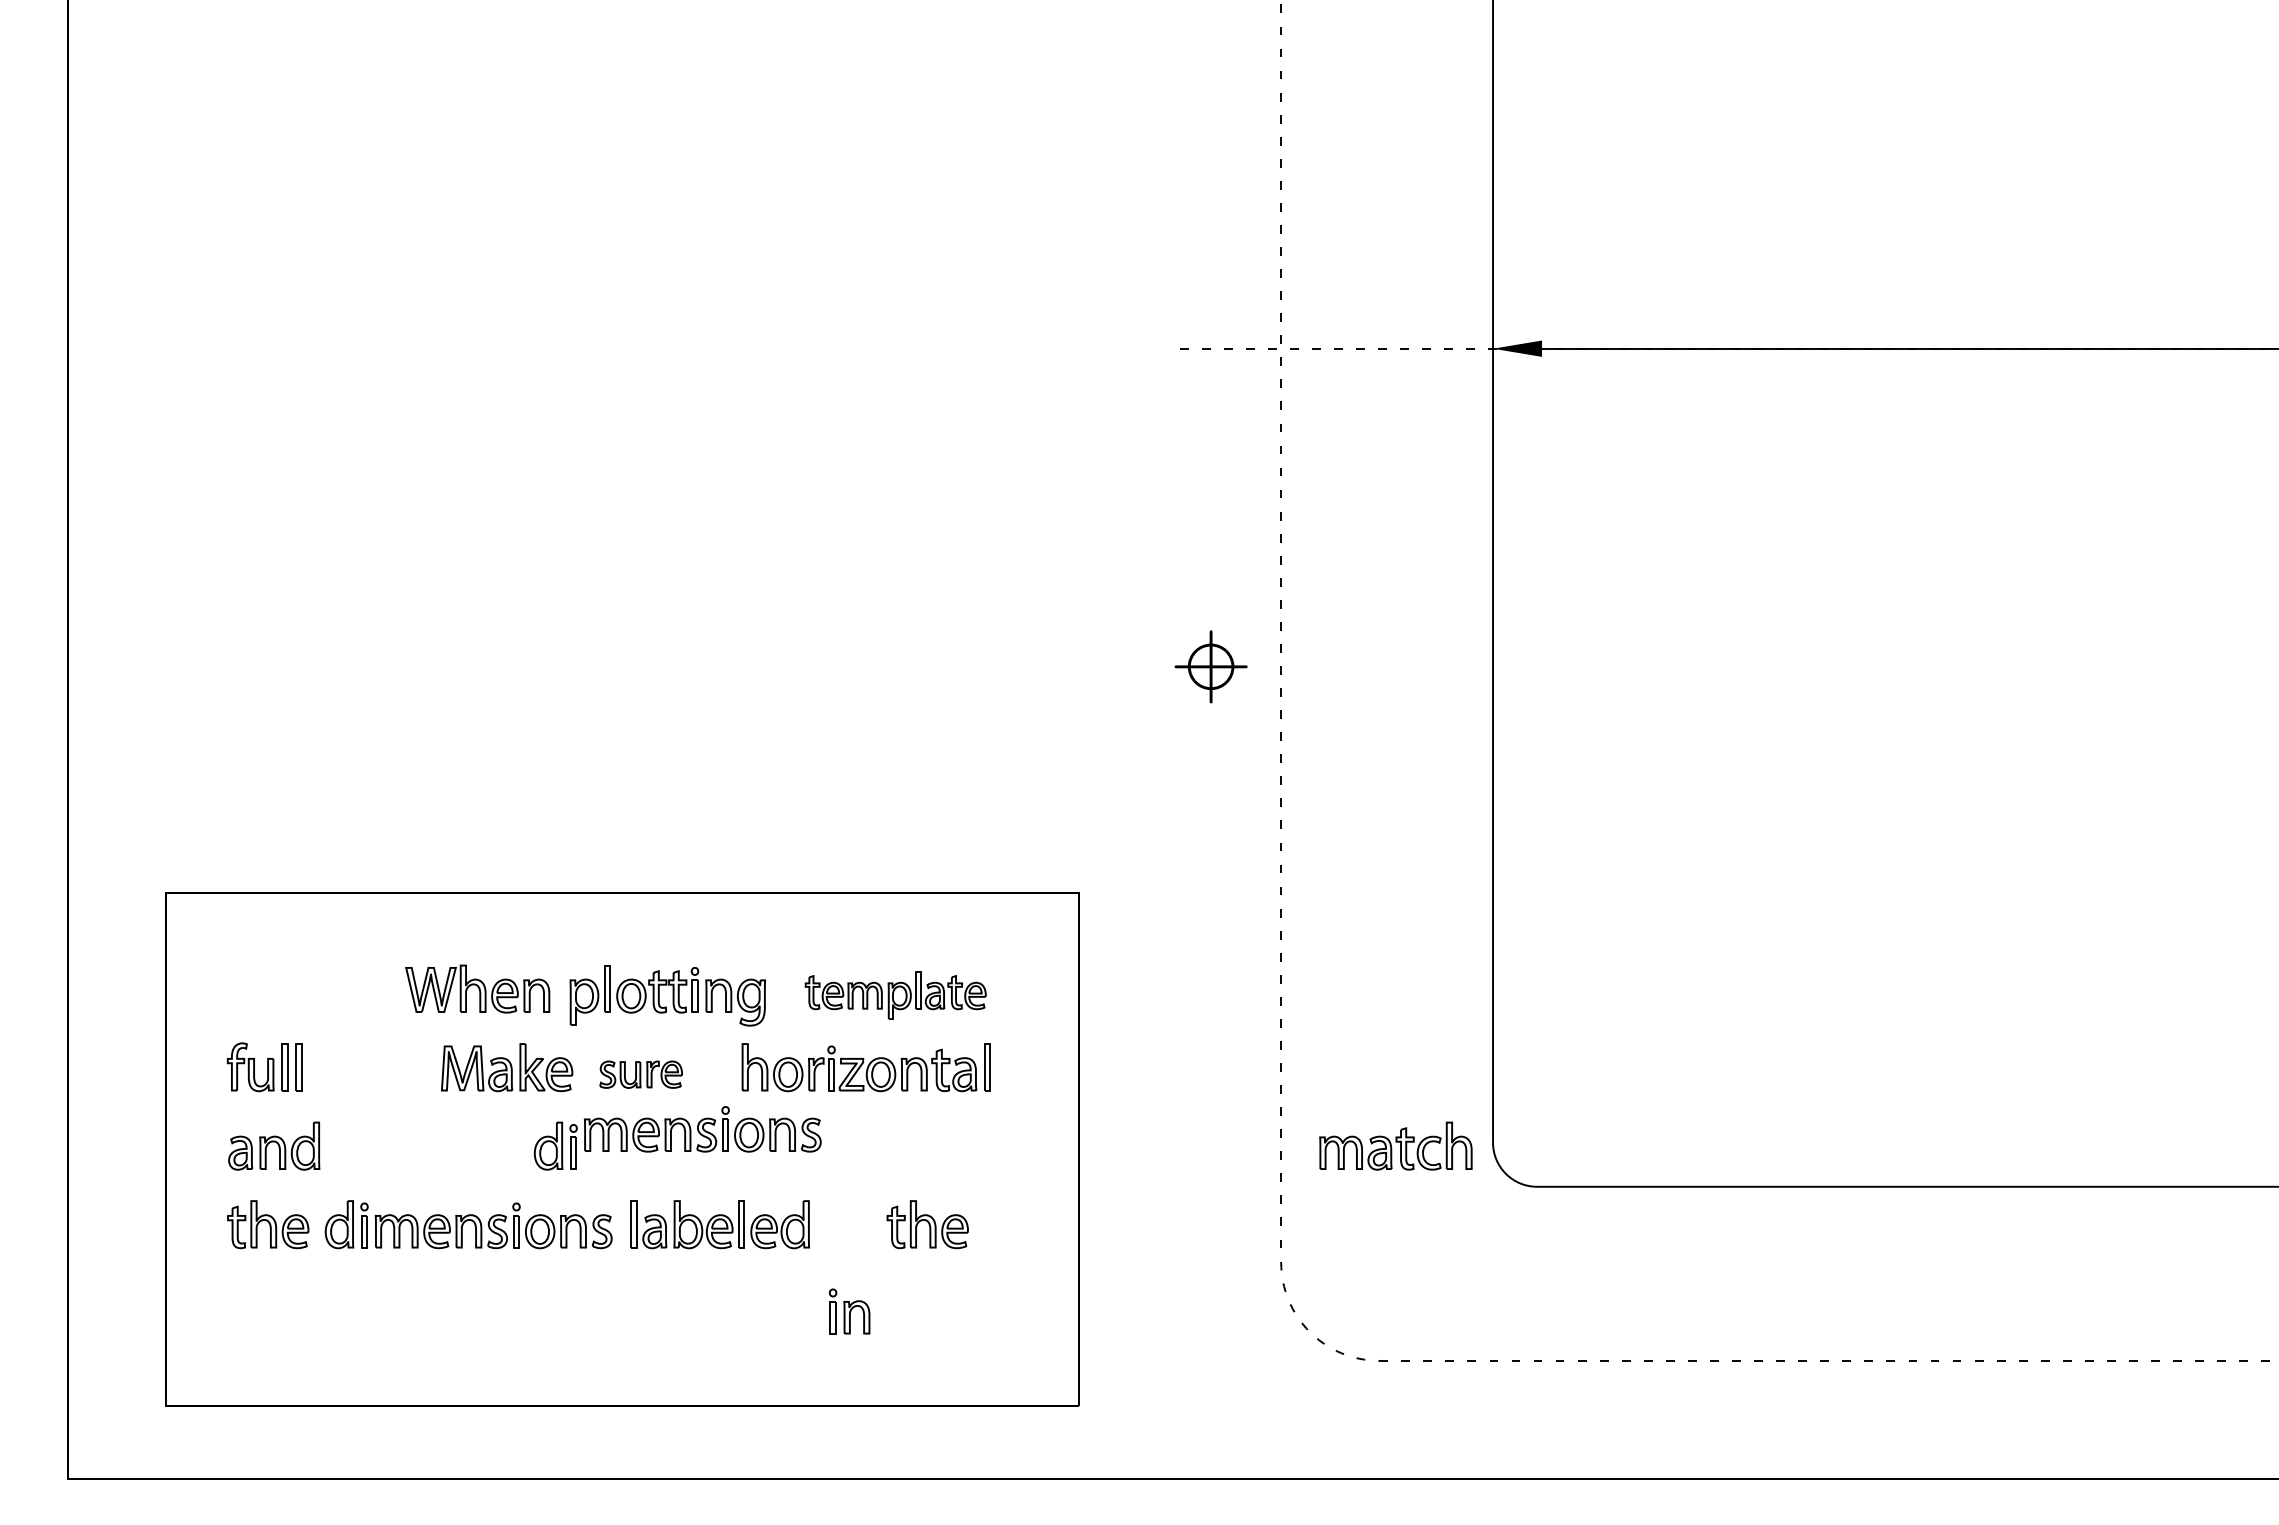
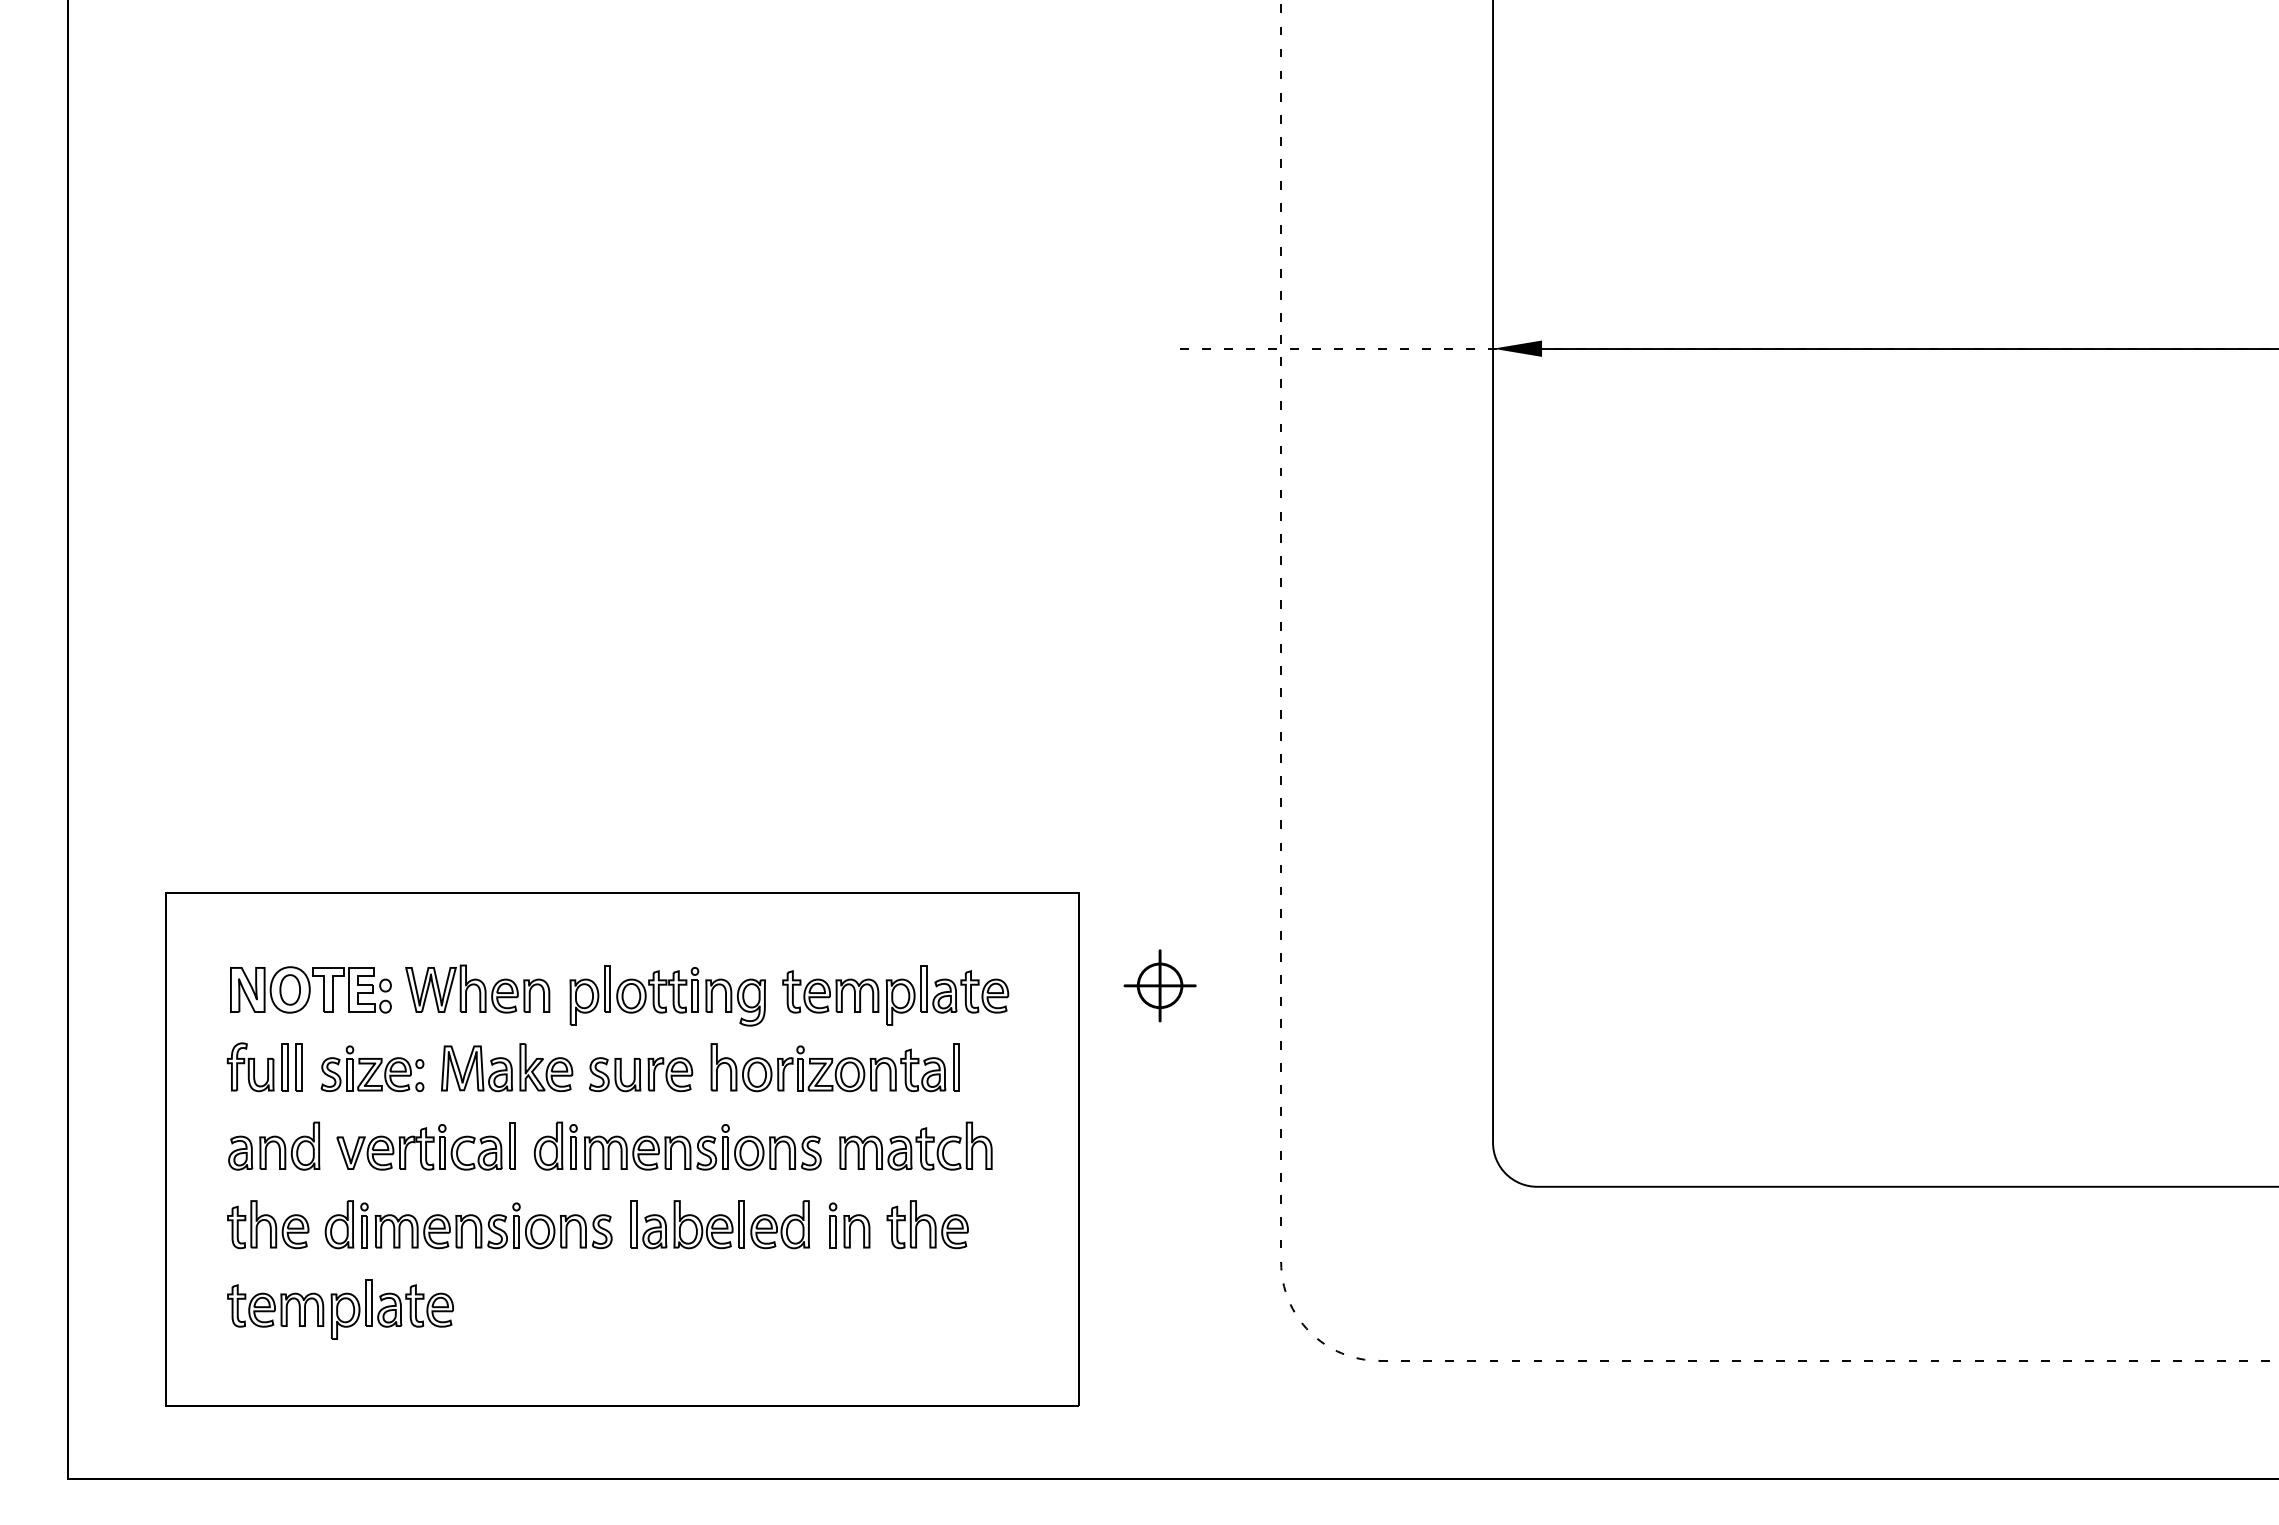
part at (1210, 666) position: (1210, 666) -> (1159, 985)
part at (310, 989): none -> present
part at (895, 995) size: 183x49 px -> 228x61 px
part at (865, 1067) position: (865, 1067) -> (834, 1067)
part at (372, 1068): none -> present
part at (640, 1074) size: 84x29 px -> 105x36 px
part at (702, 1129) position: (702, 1129) -> (702, 1147)
part at (1395, 1145) position: (1395, 1145) -> (915, 1145)
part at (425, 1146): none -> present
part at (340, 1309): none -> present
part at (849, 1311) position: (849, 1311) -> (849, 1225)
